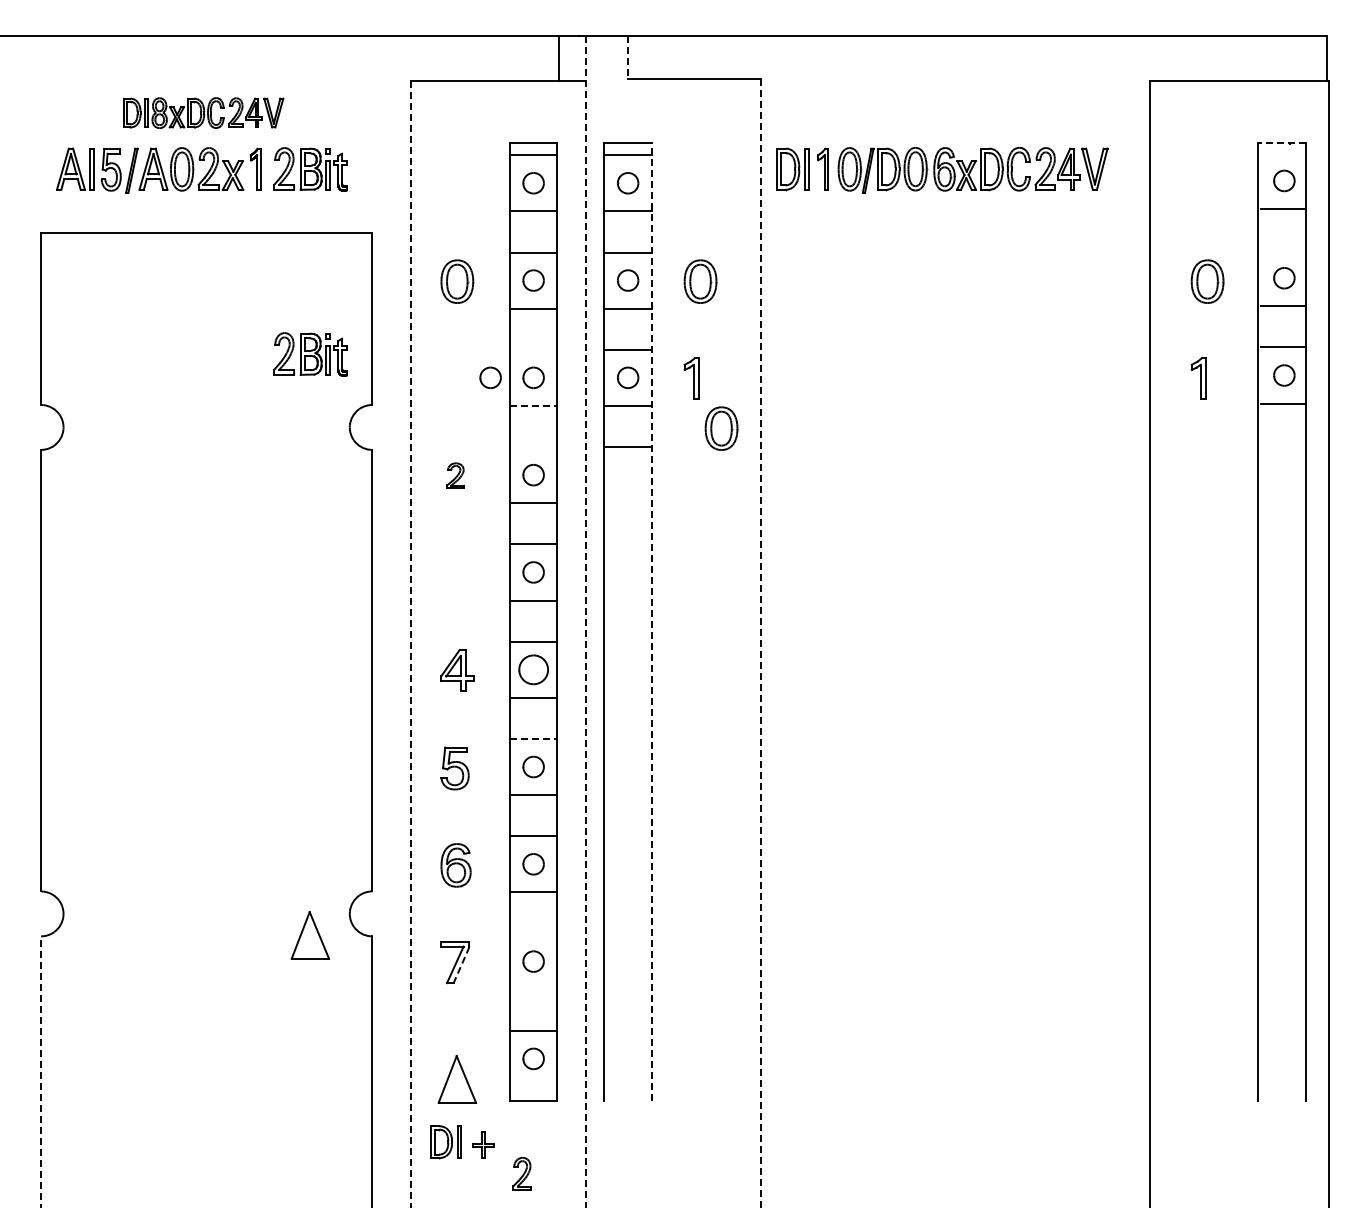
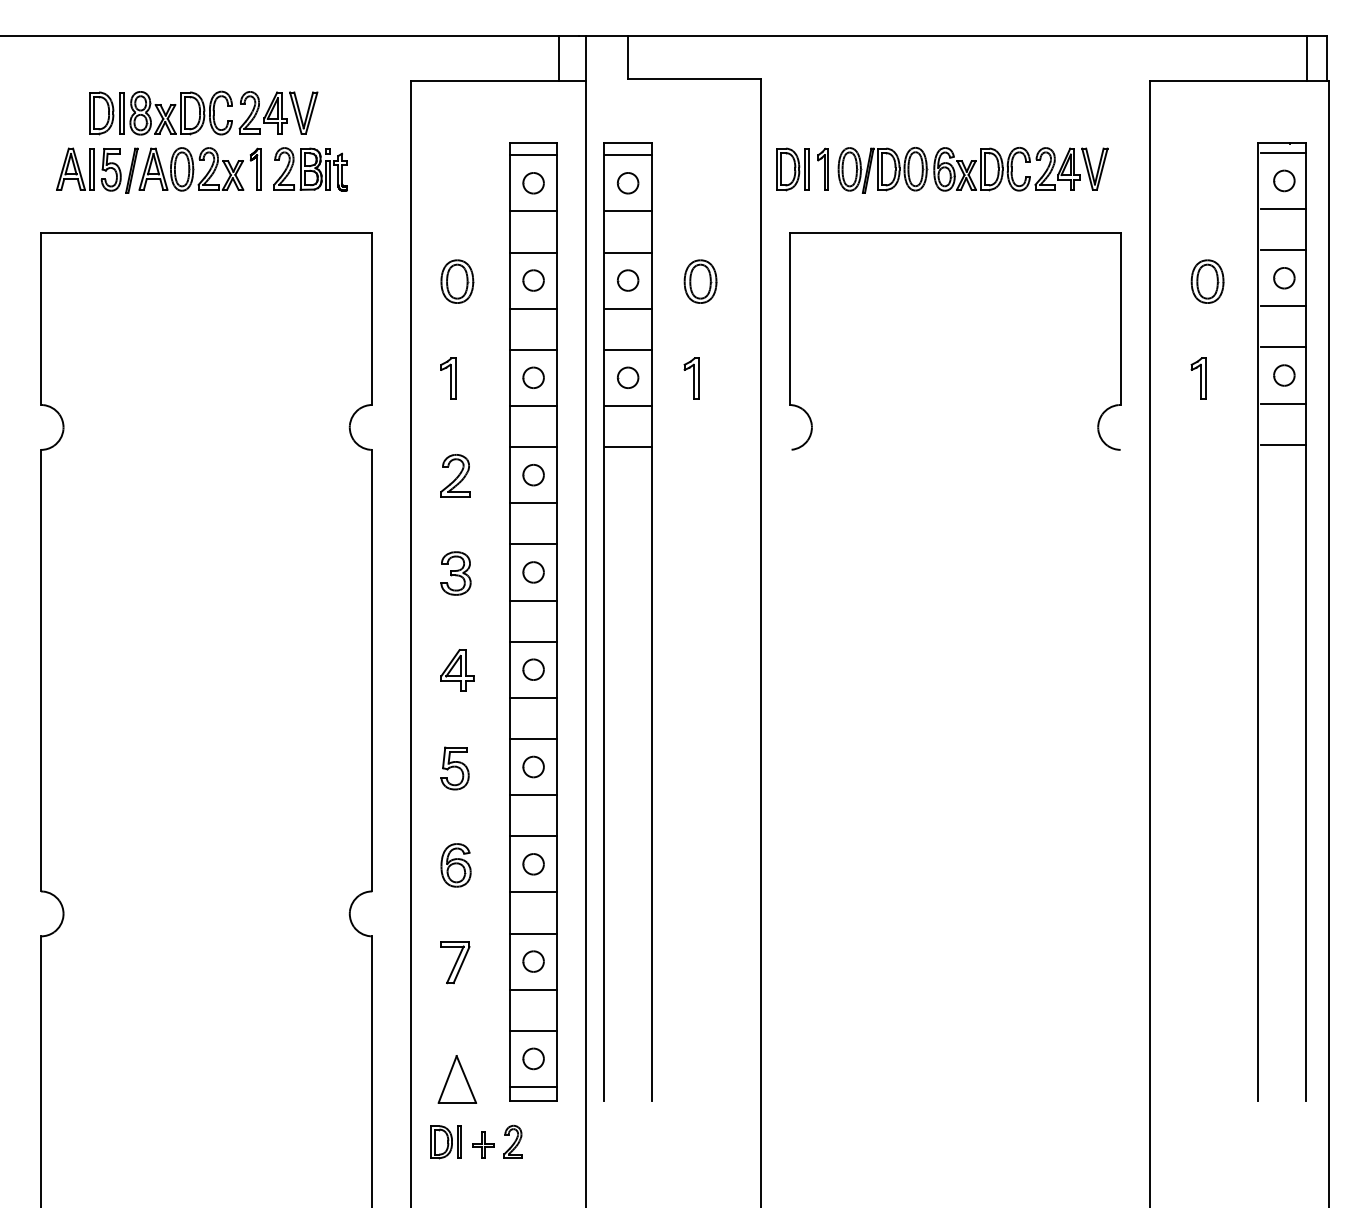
line at (627, 57): dashed -> solid
line at (1307, 58): none -> present
part at (203, 112) size: 162x32 px -> 230x46 px
line at (1282, 143): dashed -> solid
line at (1282, 152): none -> present
part at (955, 233): none -> present
line at (1282, 250): none -> present
line at (533, 349): none -> present
part at (310, 354): present -> none
part at (490, 377): present -> none
part at (448, 378): none -> present
line at (533, 405): dashed -> solid
part at (721, 428): present -> none
line at (1282, 444): none -> present
line at (533, 447): none -> present
part at (455, 475) size: 19x27 px -> 31x44 px
part at (455, 573): none -> present
line at (586, 621): dashed -> solid
line at (651, 622): dashed -> solid
line at (760, 643): dashed -> solid
line at (410, 644): dashed -> solid
part at (533, 669) size: 31x32 px -> 23x23 px
line at (533, 738): dashed -> solid
line at (533, 933): none -> present
part at (310, 935): present -> none
line at (461, 965): dashed -> solid
line at (533, 989): none -> present
line at (41, 1071): dashed -> solid
line at (533, 1086): none -> present
part at (521, 1173) position: (521, 1173) -> (512, 1141)
